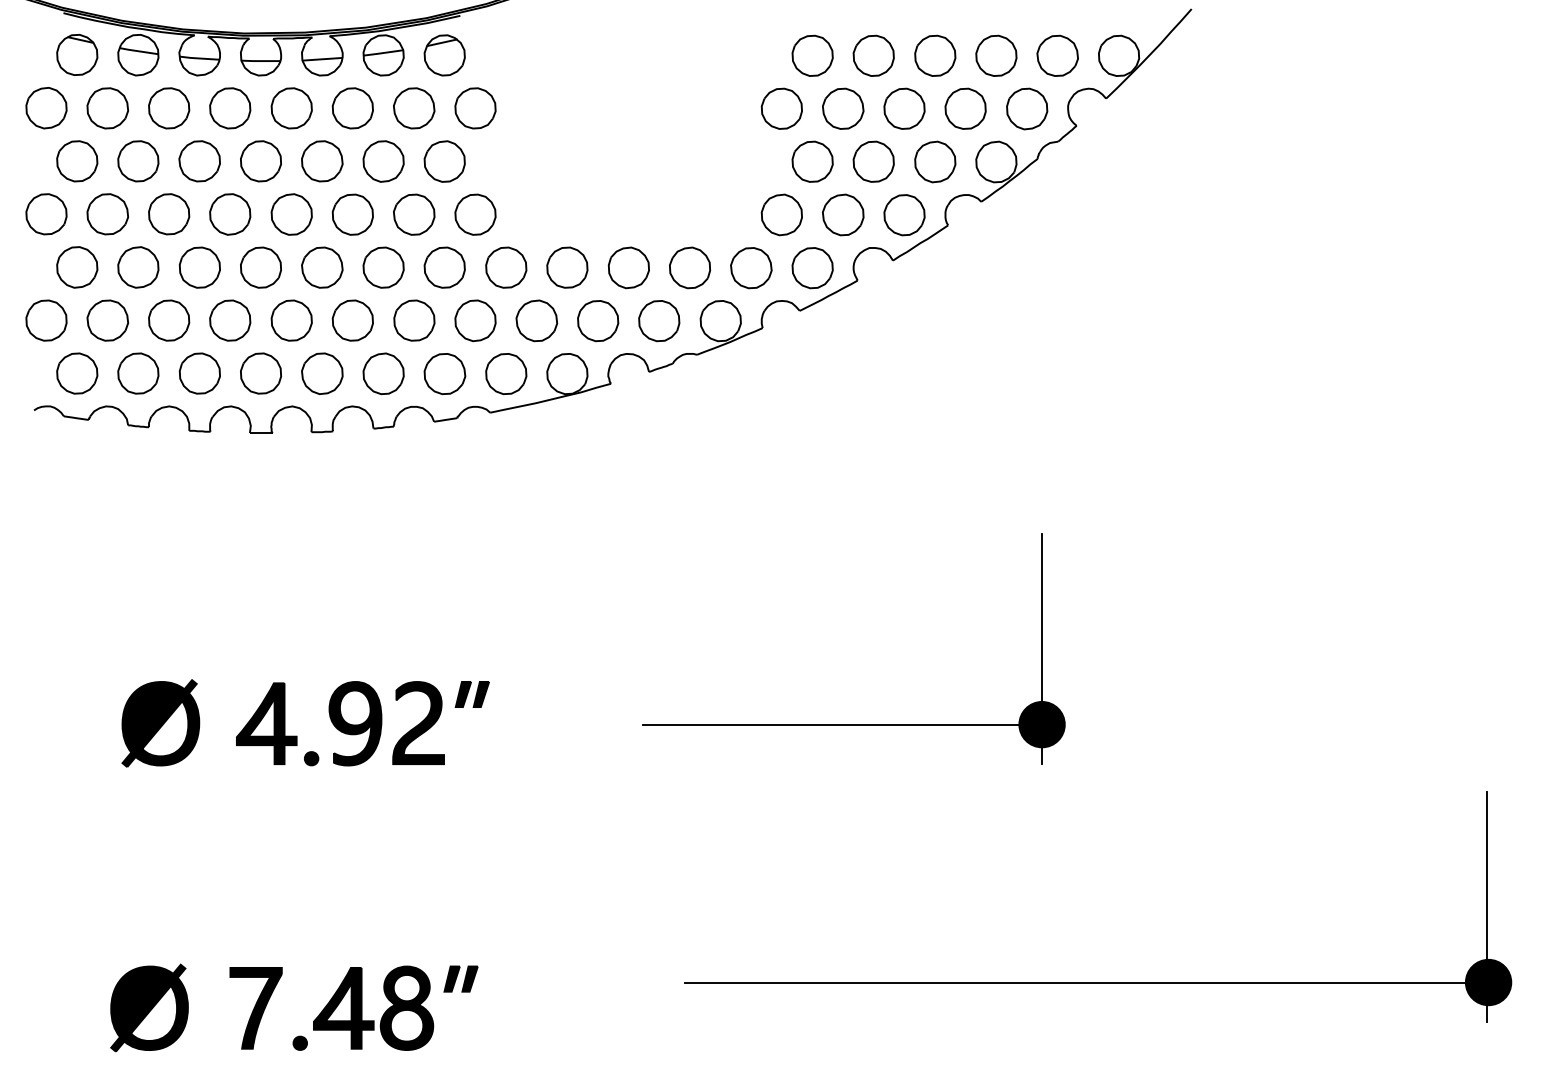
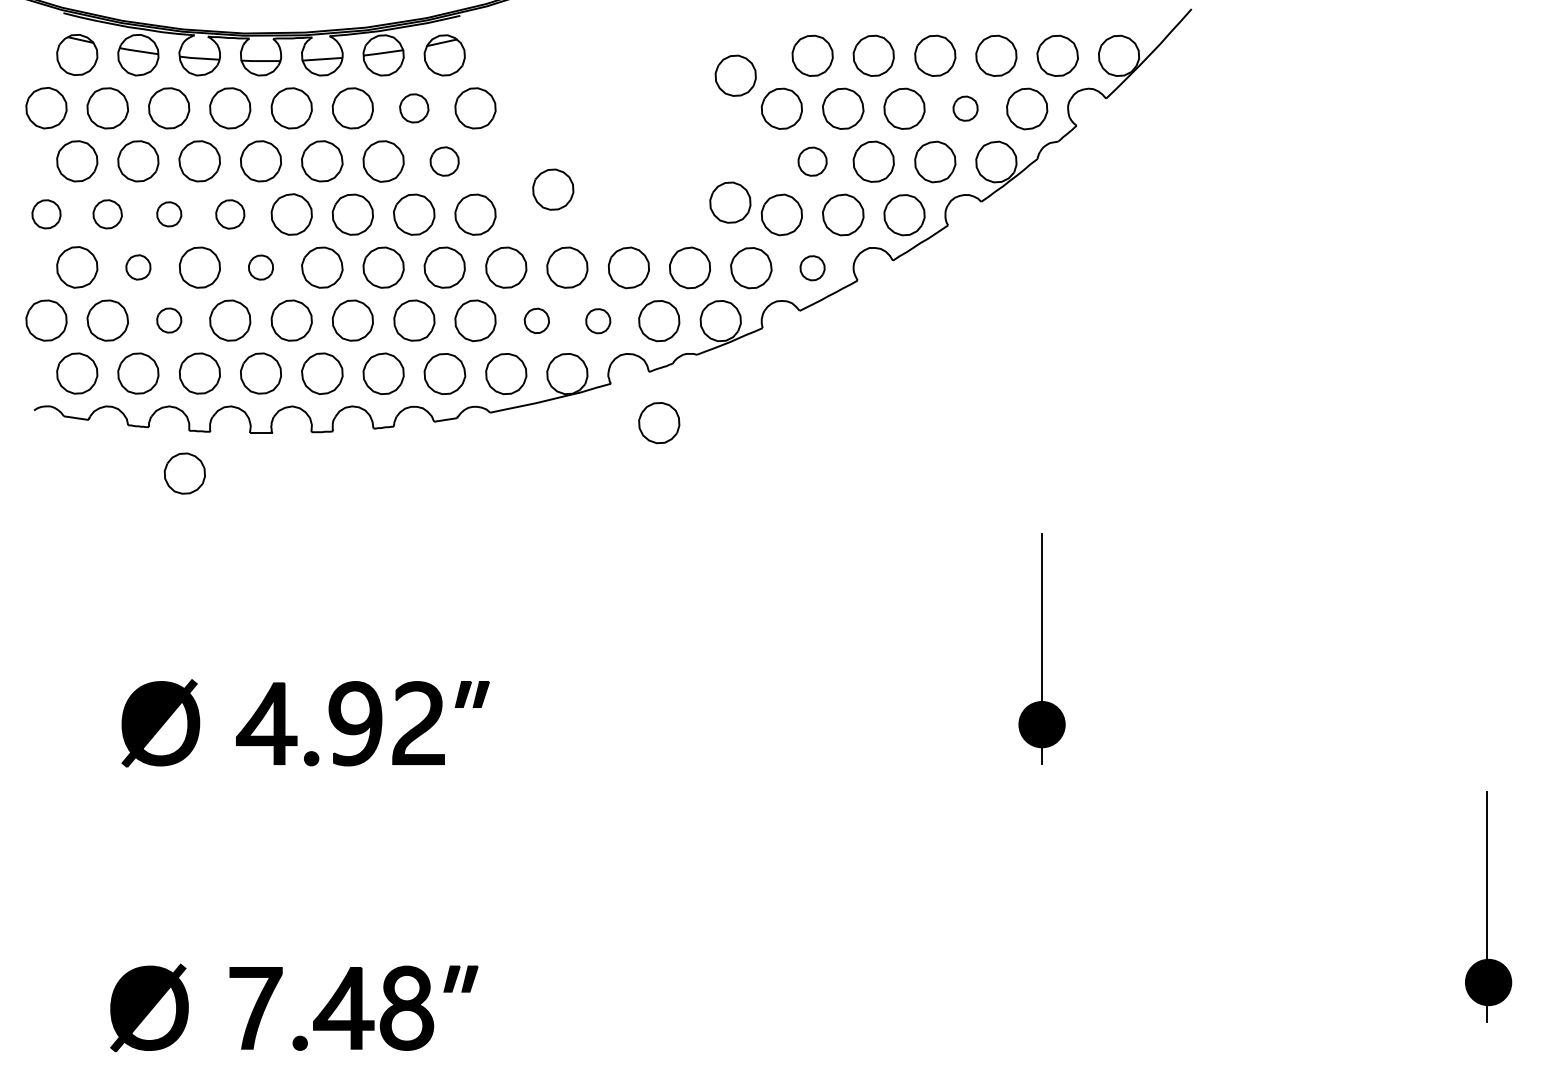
part at (735, 75): none -> present
part at (414, 108) size: 43x43 px -> 31x31 px
part at (965, 108) size: 43x43 px -> 27x27 px
part at (444, 161) size: 43x43 px -> 31x31 px
part at (812, 161) size: 43x43 px -> 31x31 px
part at (553, 189): none -> present
part at (730, 202): none -> present
part at (46, 214) size: 43x43 px -> 31x31 px
part at (107, 214) size: 43x43 px -> 31x31 px
part at (169, 214) size: 43x43 px -> 27x27 px
part at (230, 214) size: 43x43 px -> 31x31 px
part at (138, 267) size: 43x43 px -> 27x27 px
part at (260, 267) size: 42x43 px -> 26x27 px
part at (812, 268) size: 43x43 px -> 27x27 px
part at (169, 320) size: 43x43 px -> 27x27 px
part at (536, 320) size: 44x44 px -> 27x27 px
part at (598, 321) size: 43x43 px -> 27x27 px
part at (659, 423): none -> present
part at (184, 473): none -> present
line at (842, 724): present -> none
line at (1086, 982): present -> none
